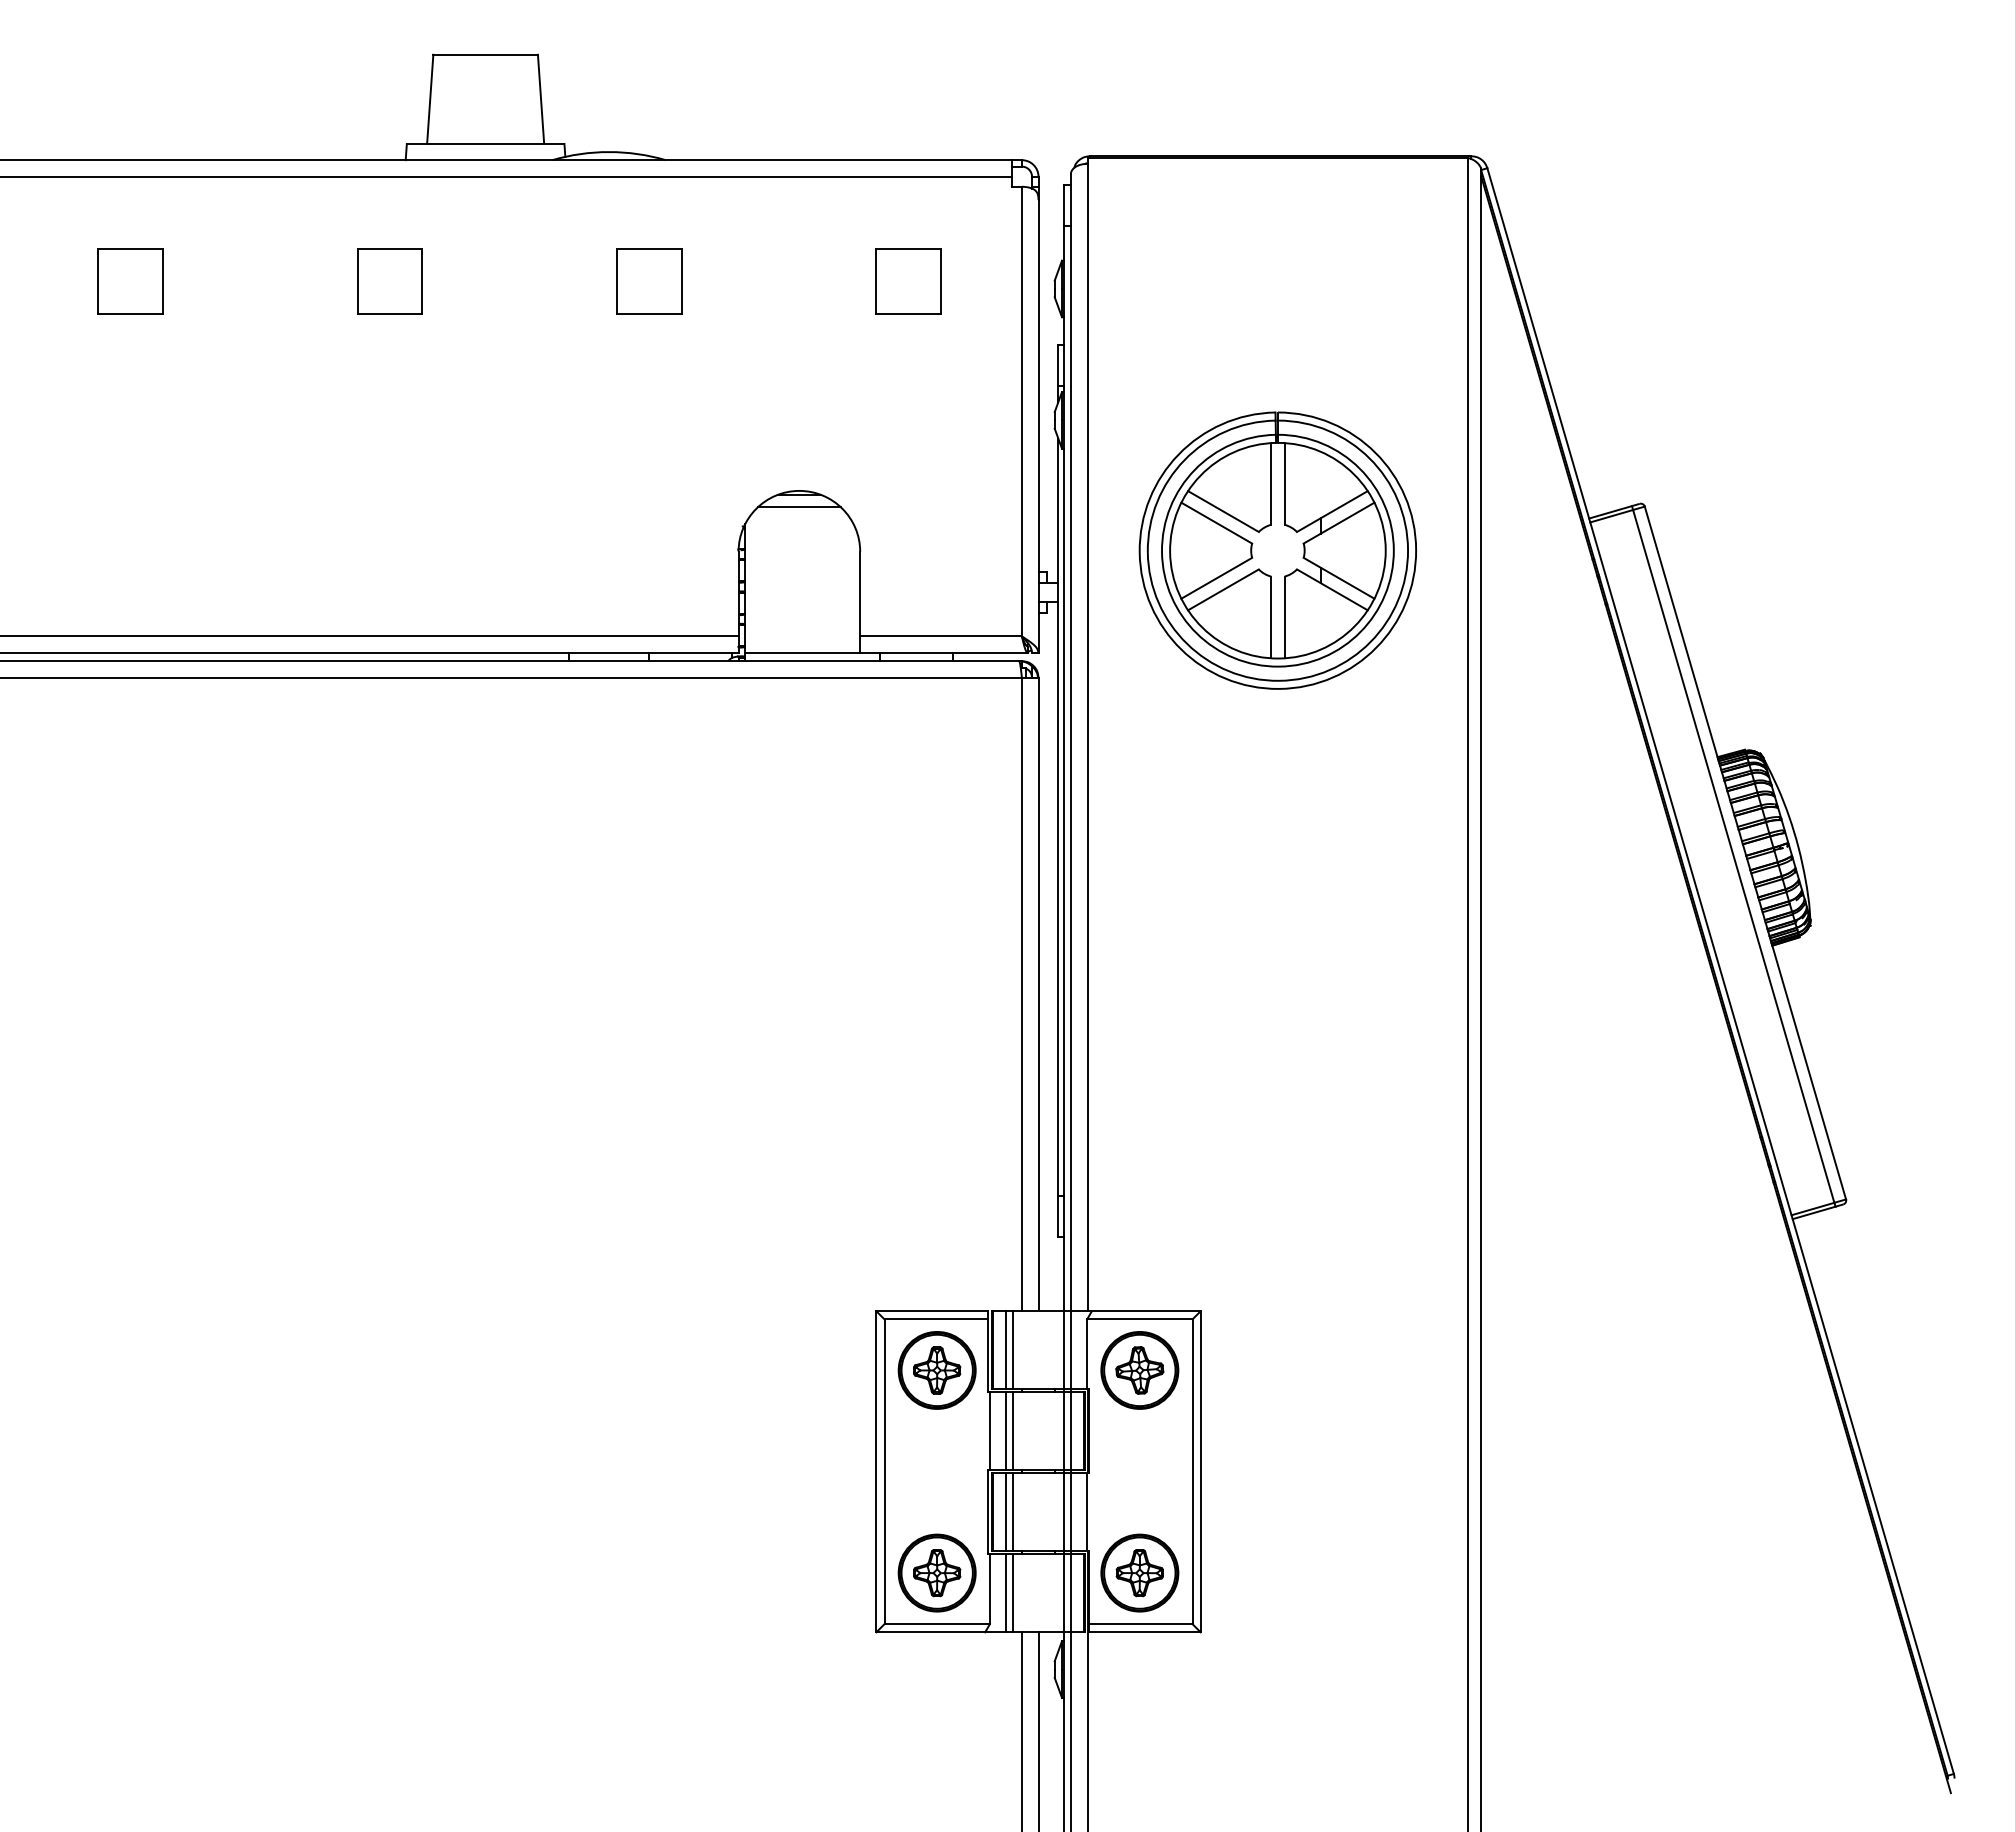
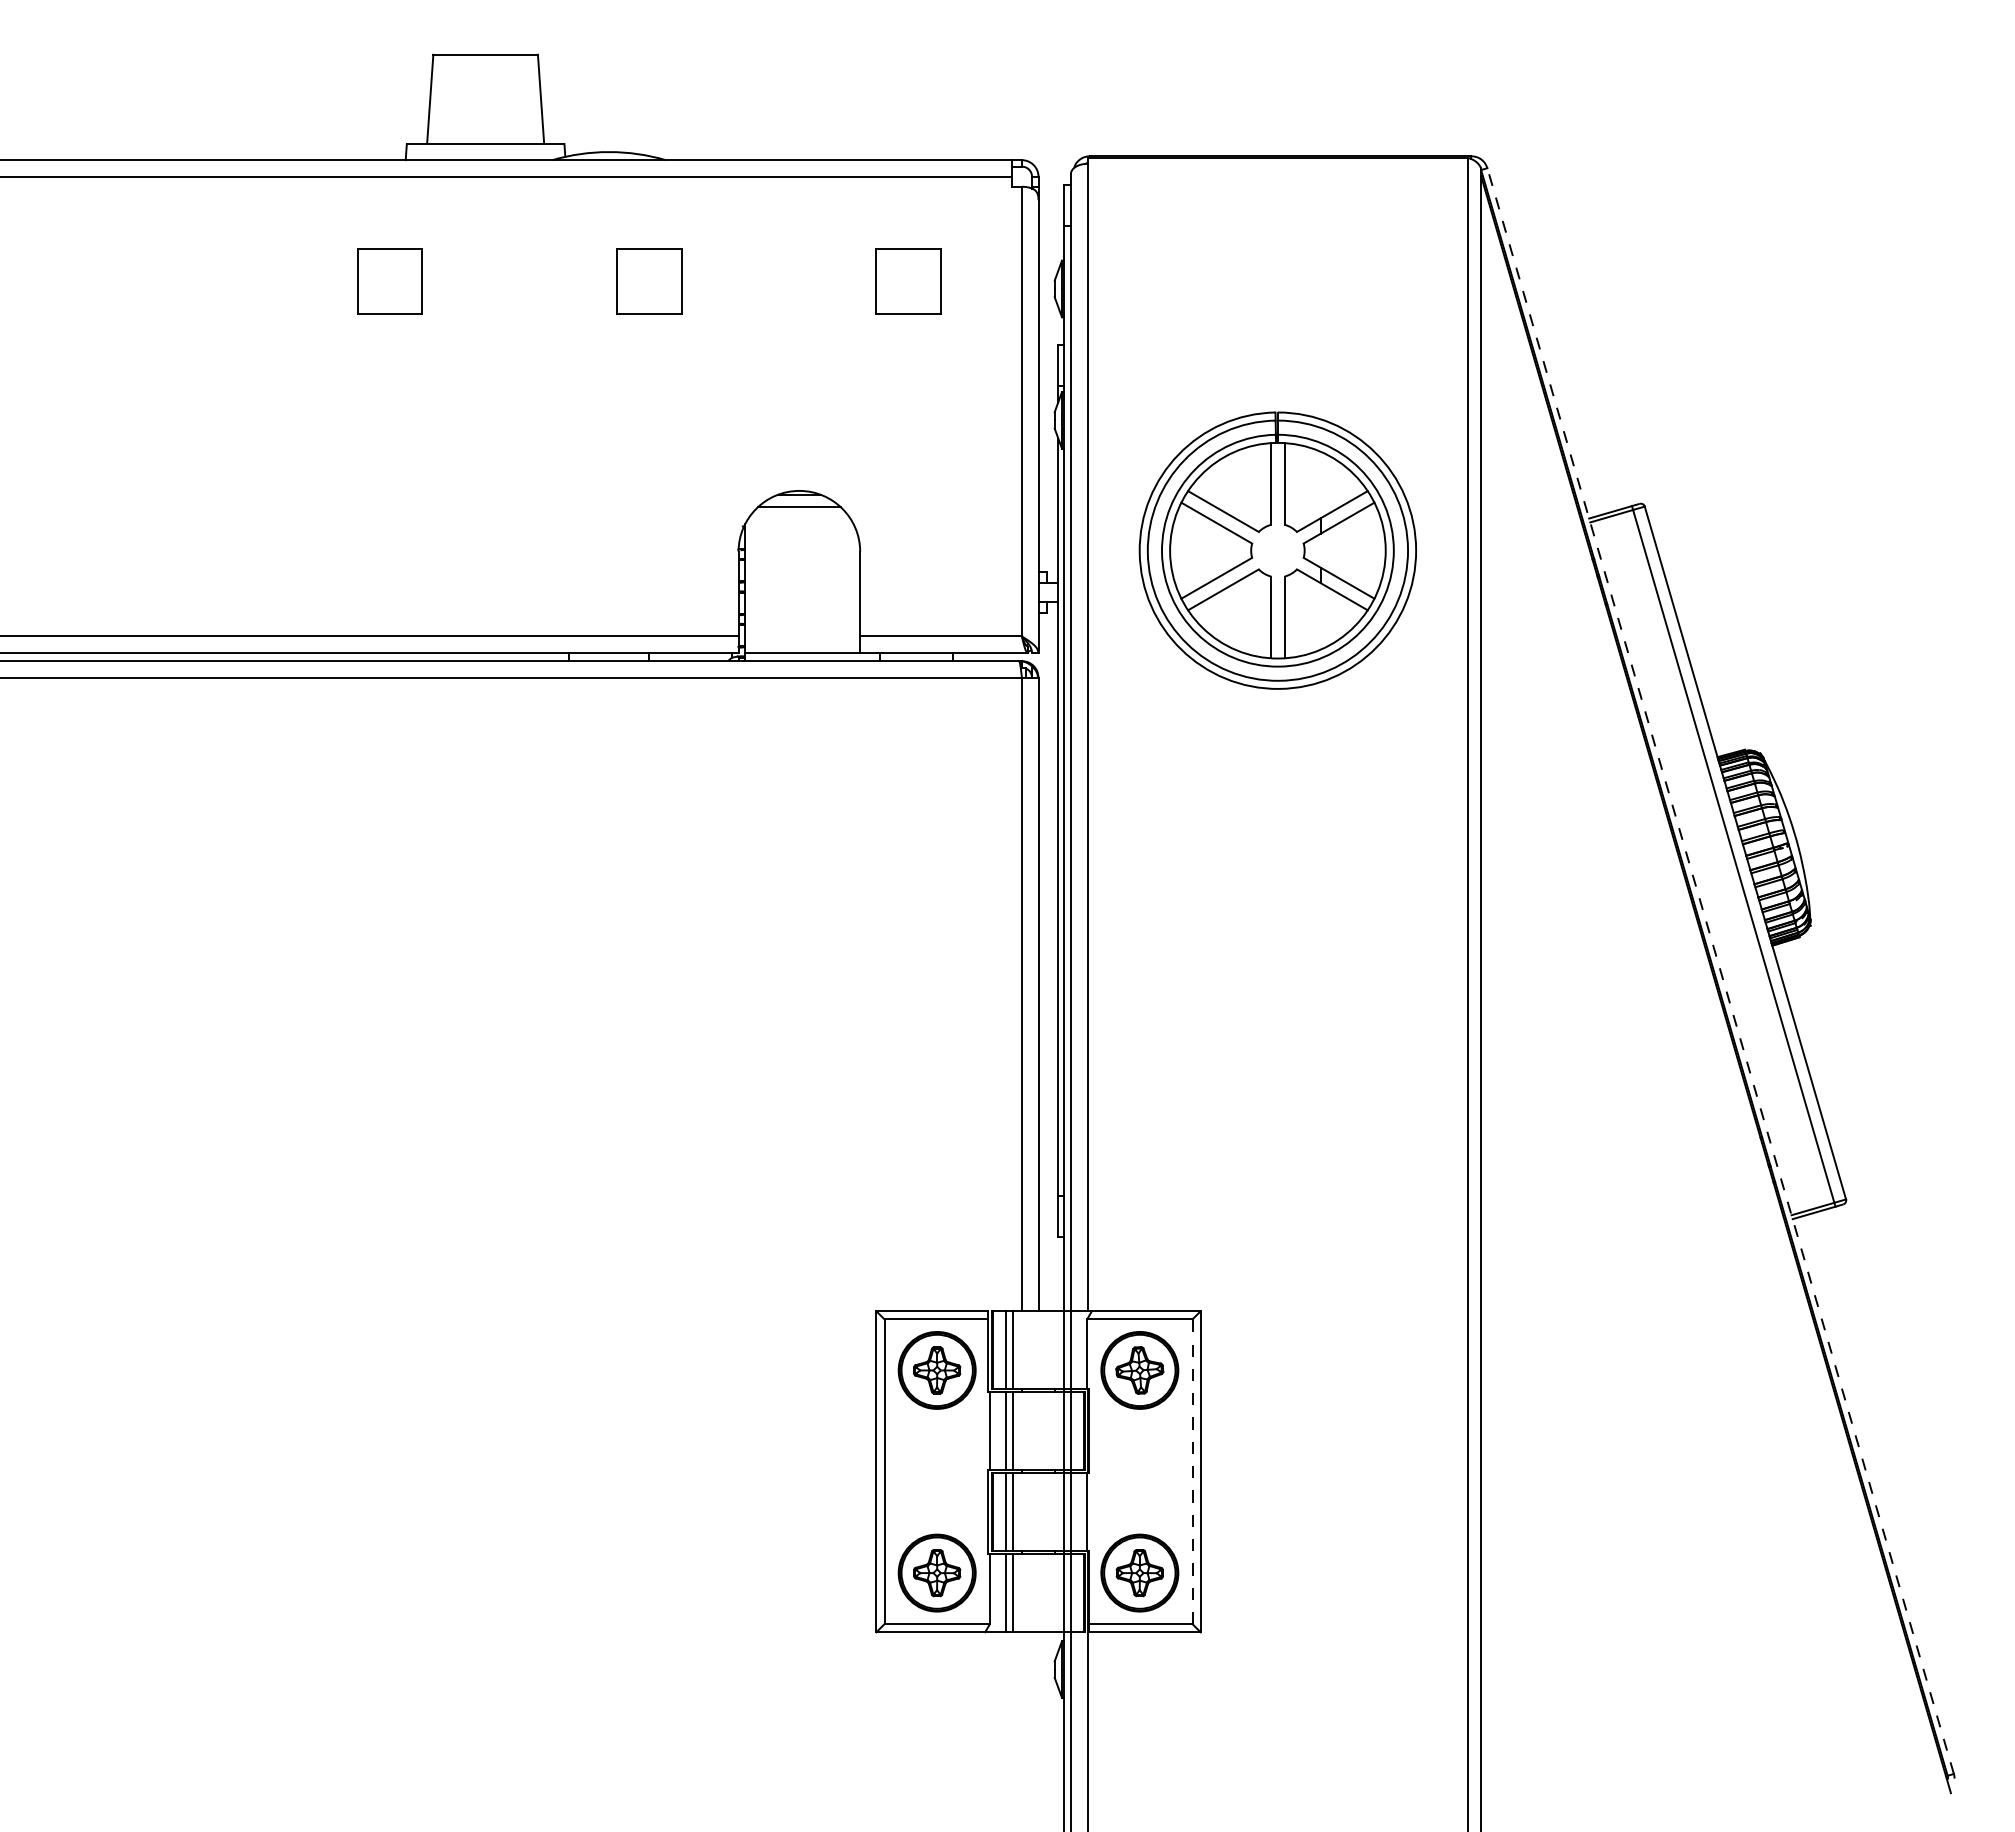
part at (130, 281): present -> none
line at (1720, 970): solid -> dashed
line at (1192, 1471): solid -> dashed
line at (1021, 1730): present -> none
line at (1038, 1730): present -> none
